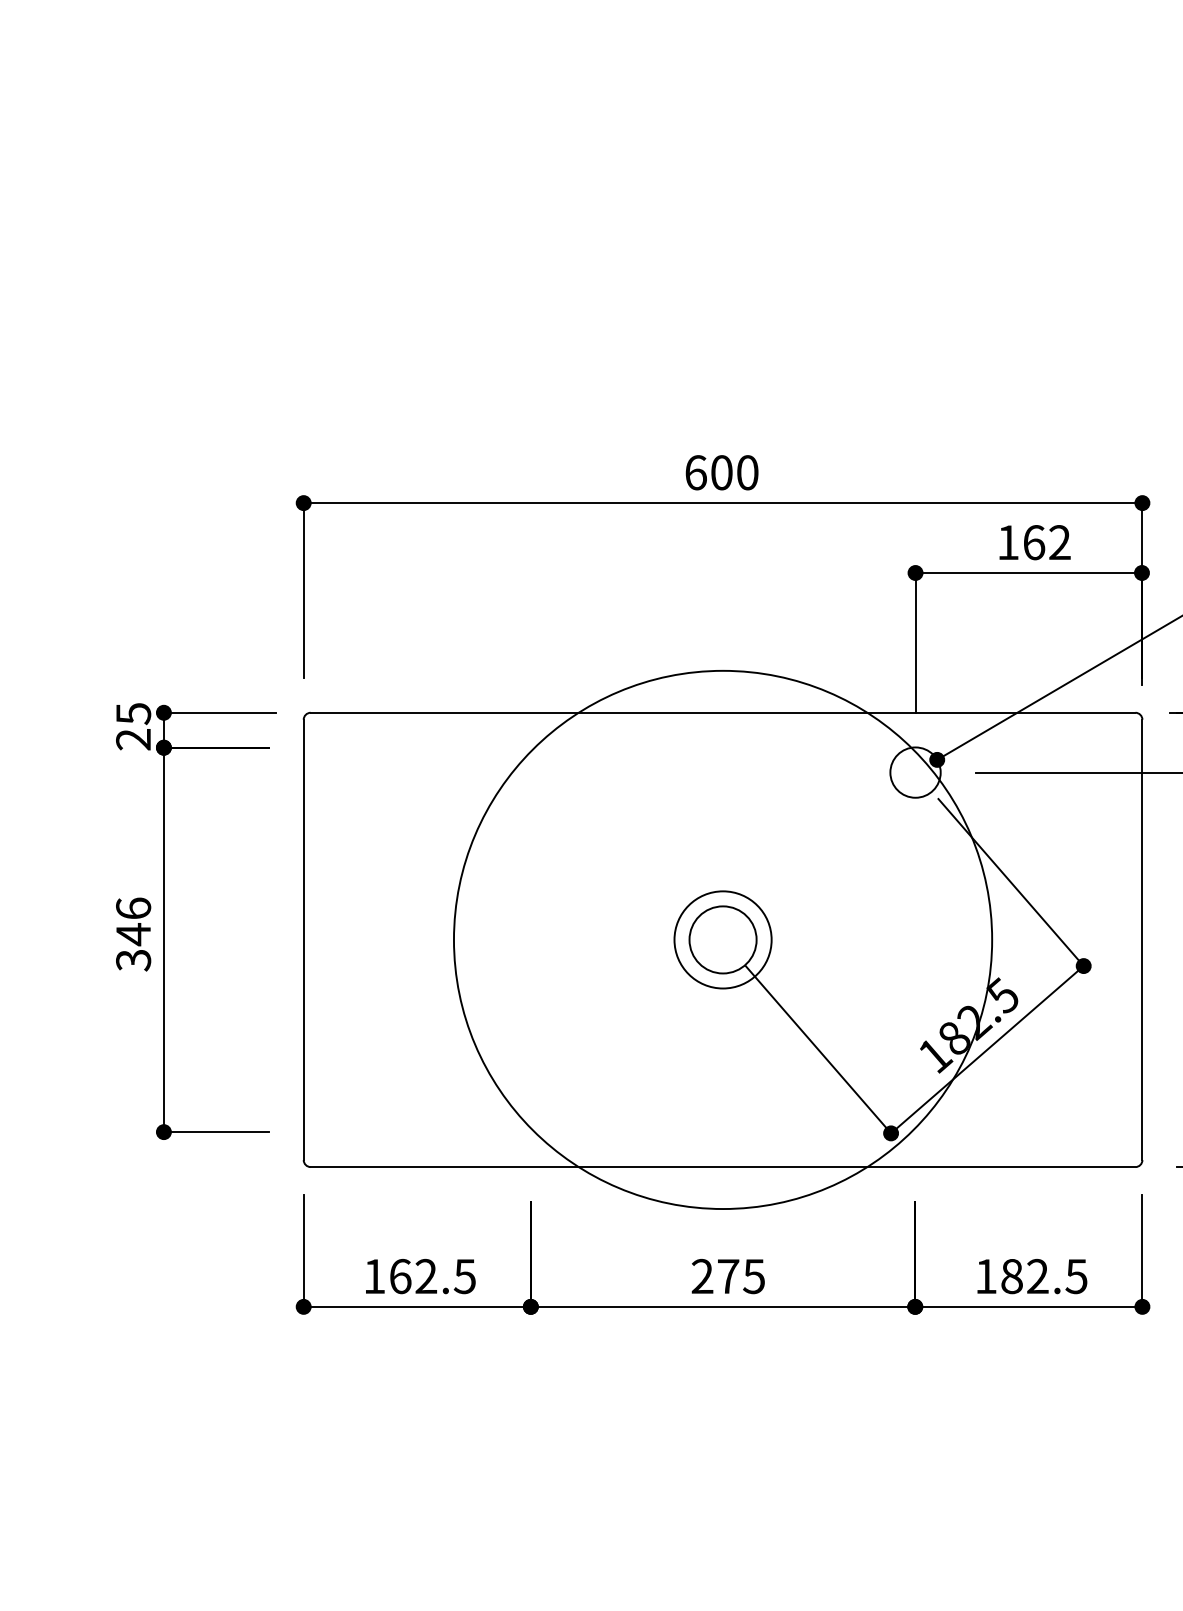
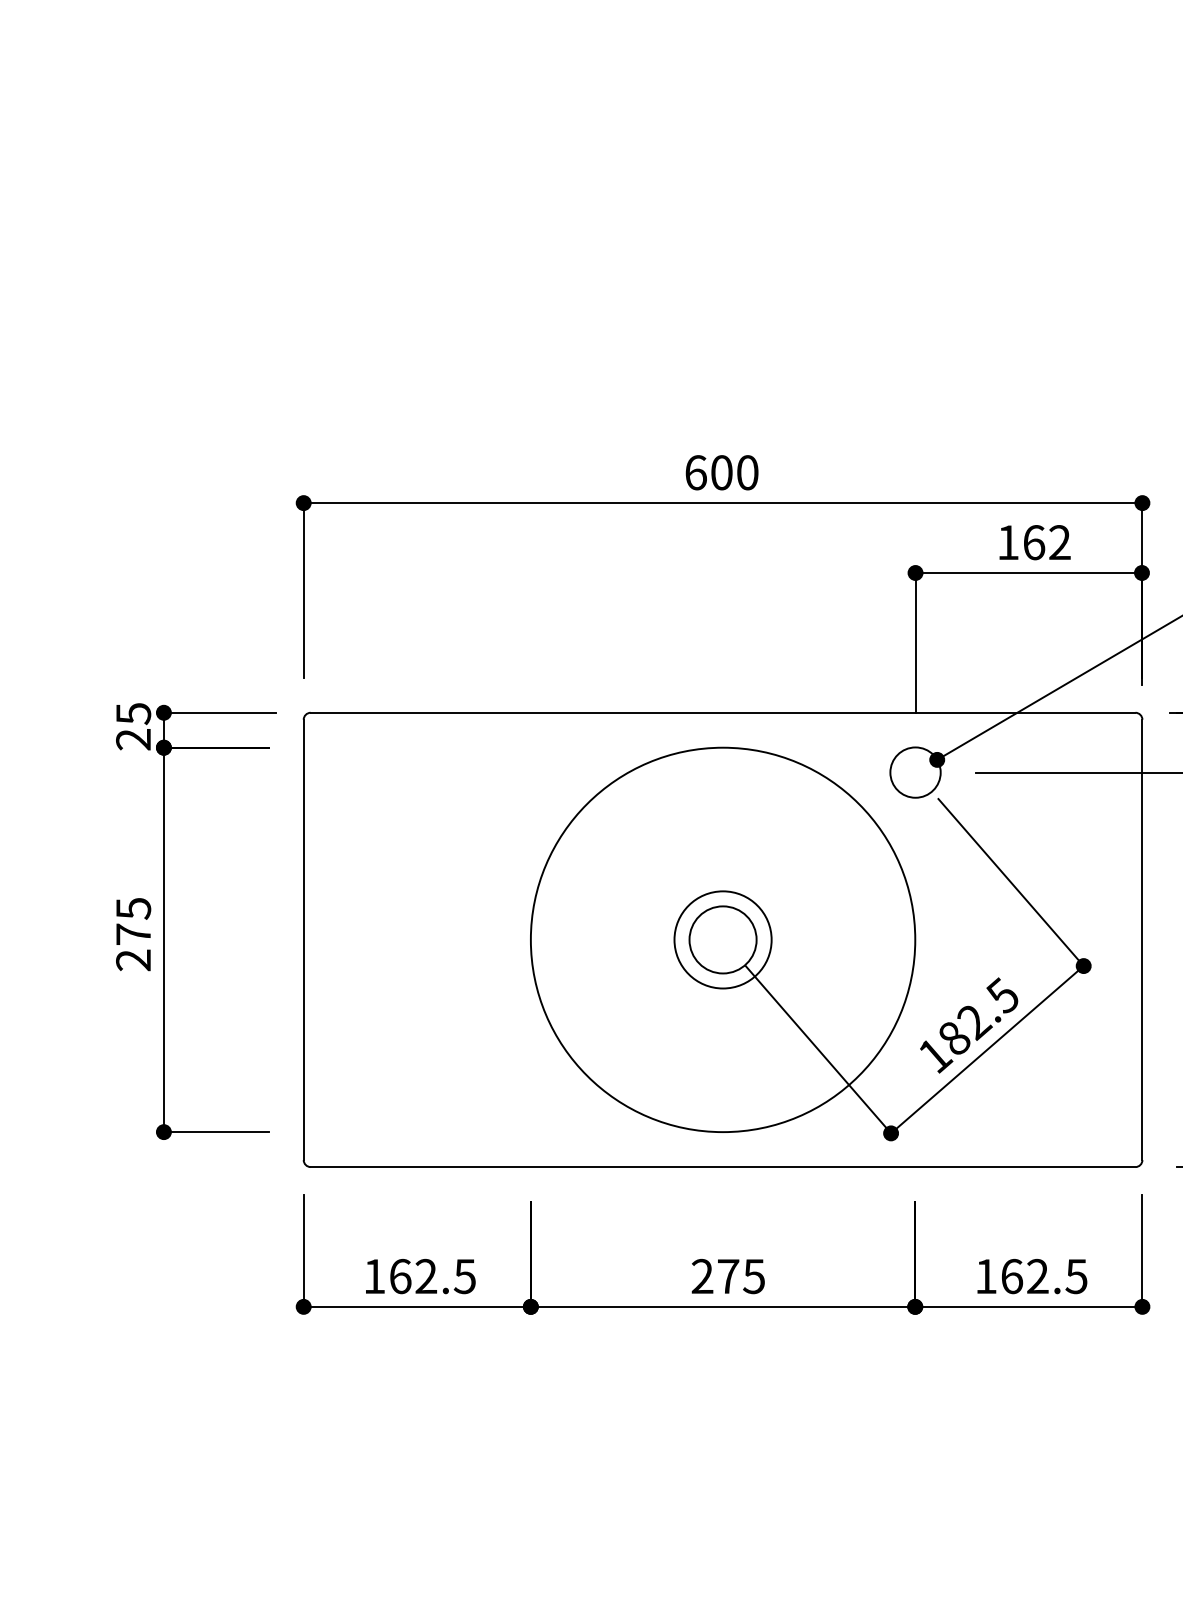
text at (133, 934): 346 -> 275
circle at (722, 939) diameter: 538 px -> 384 px
text at (1012, 1276): 182.5 -> 162.5
